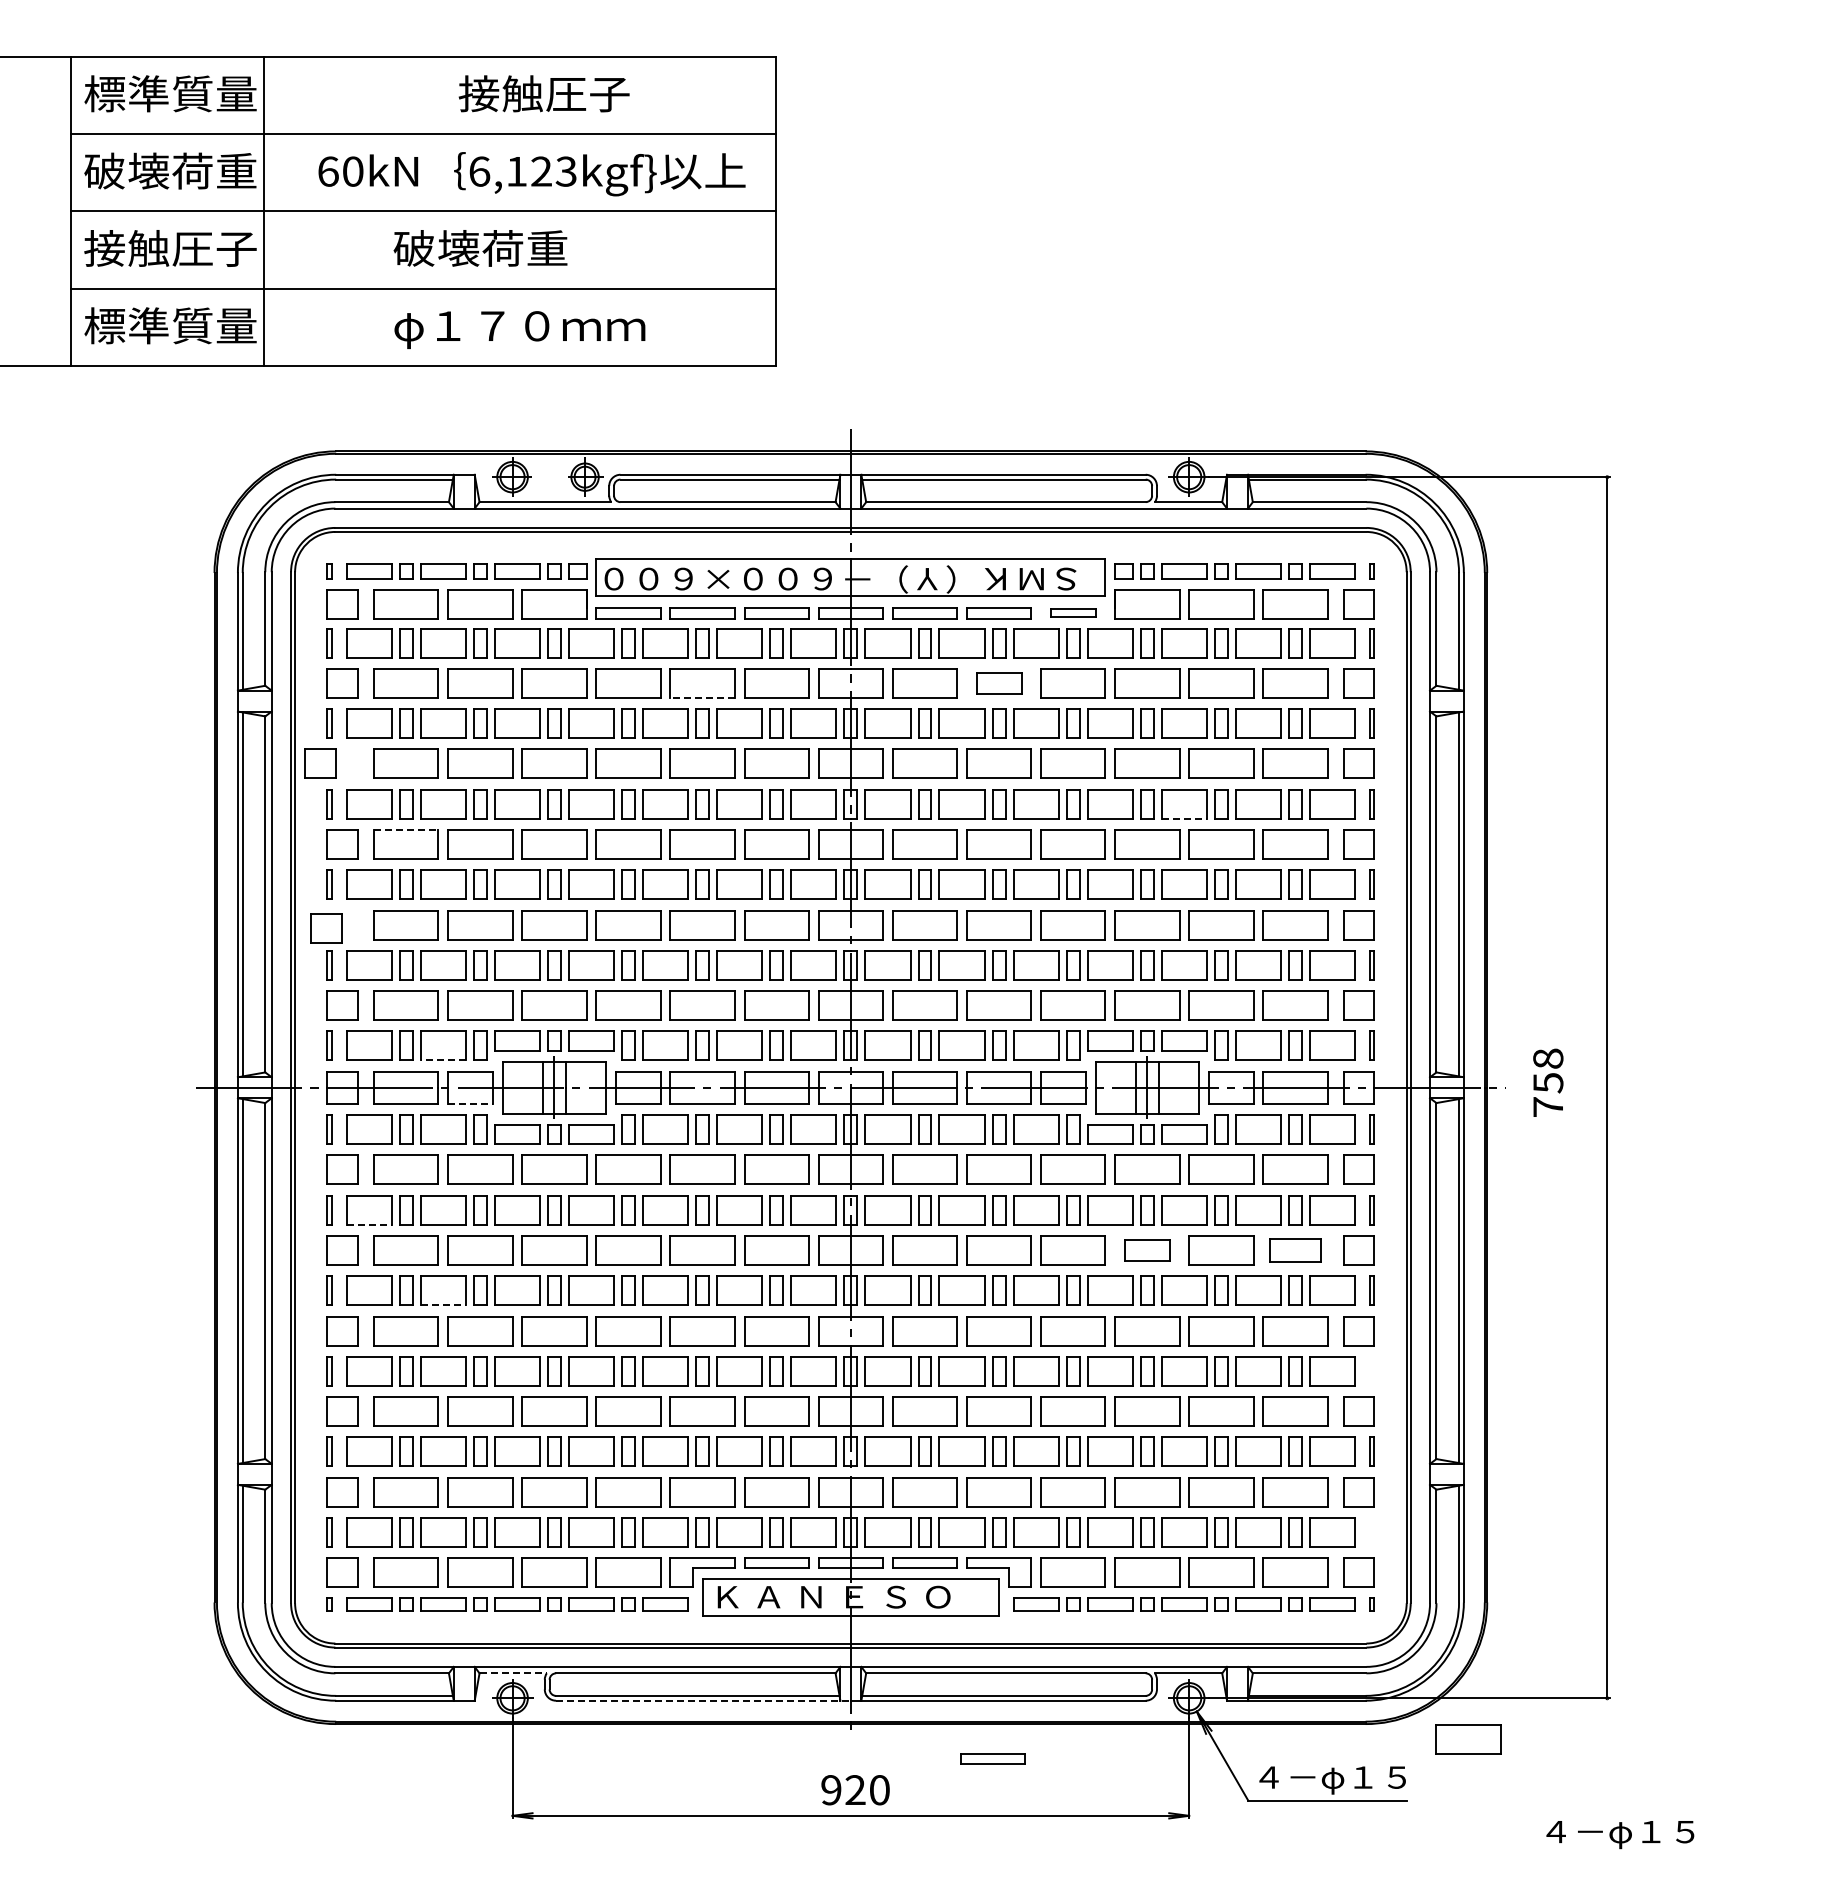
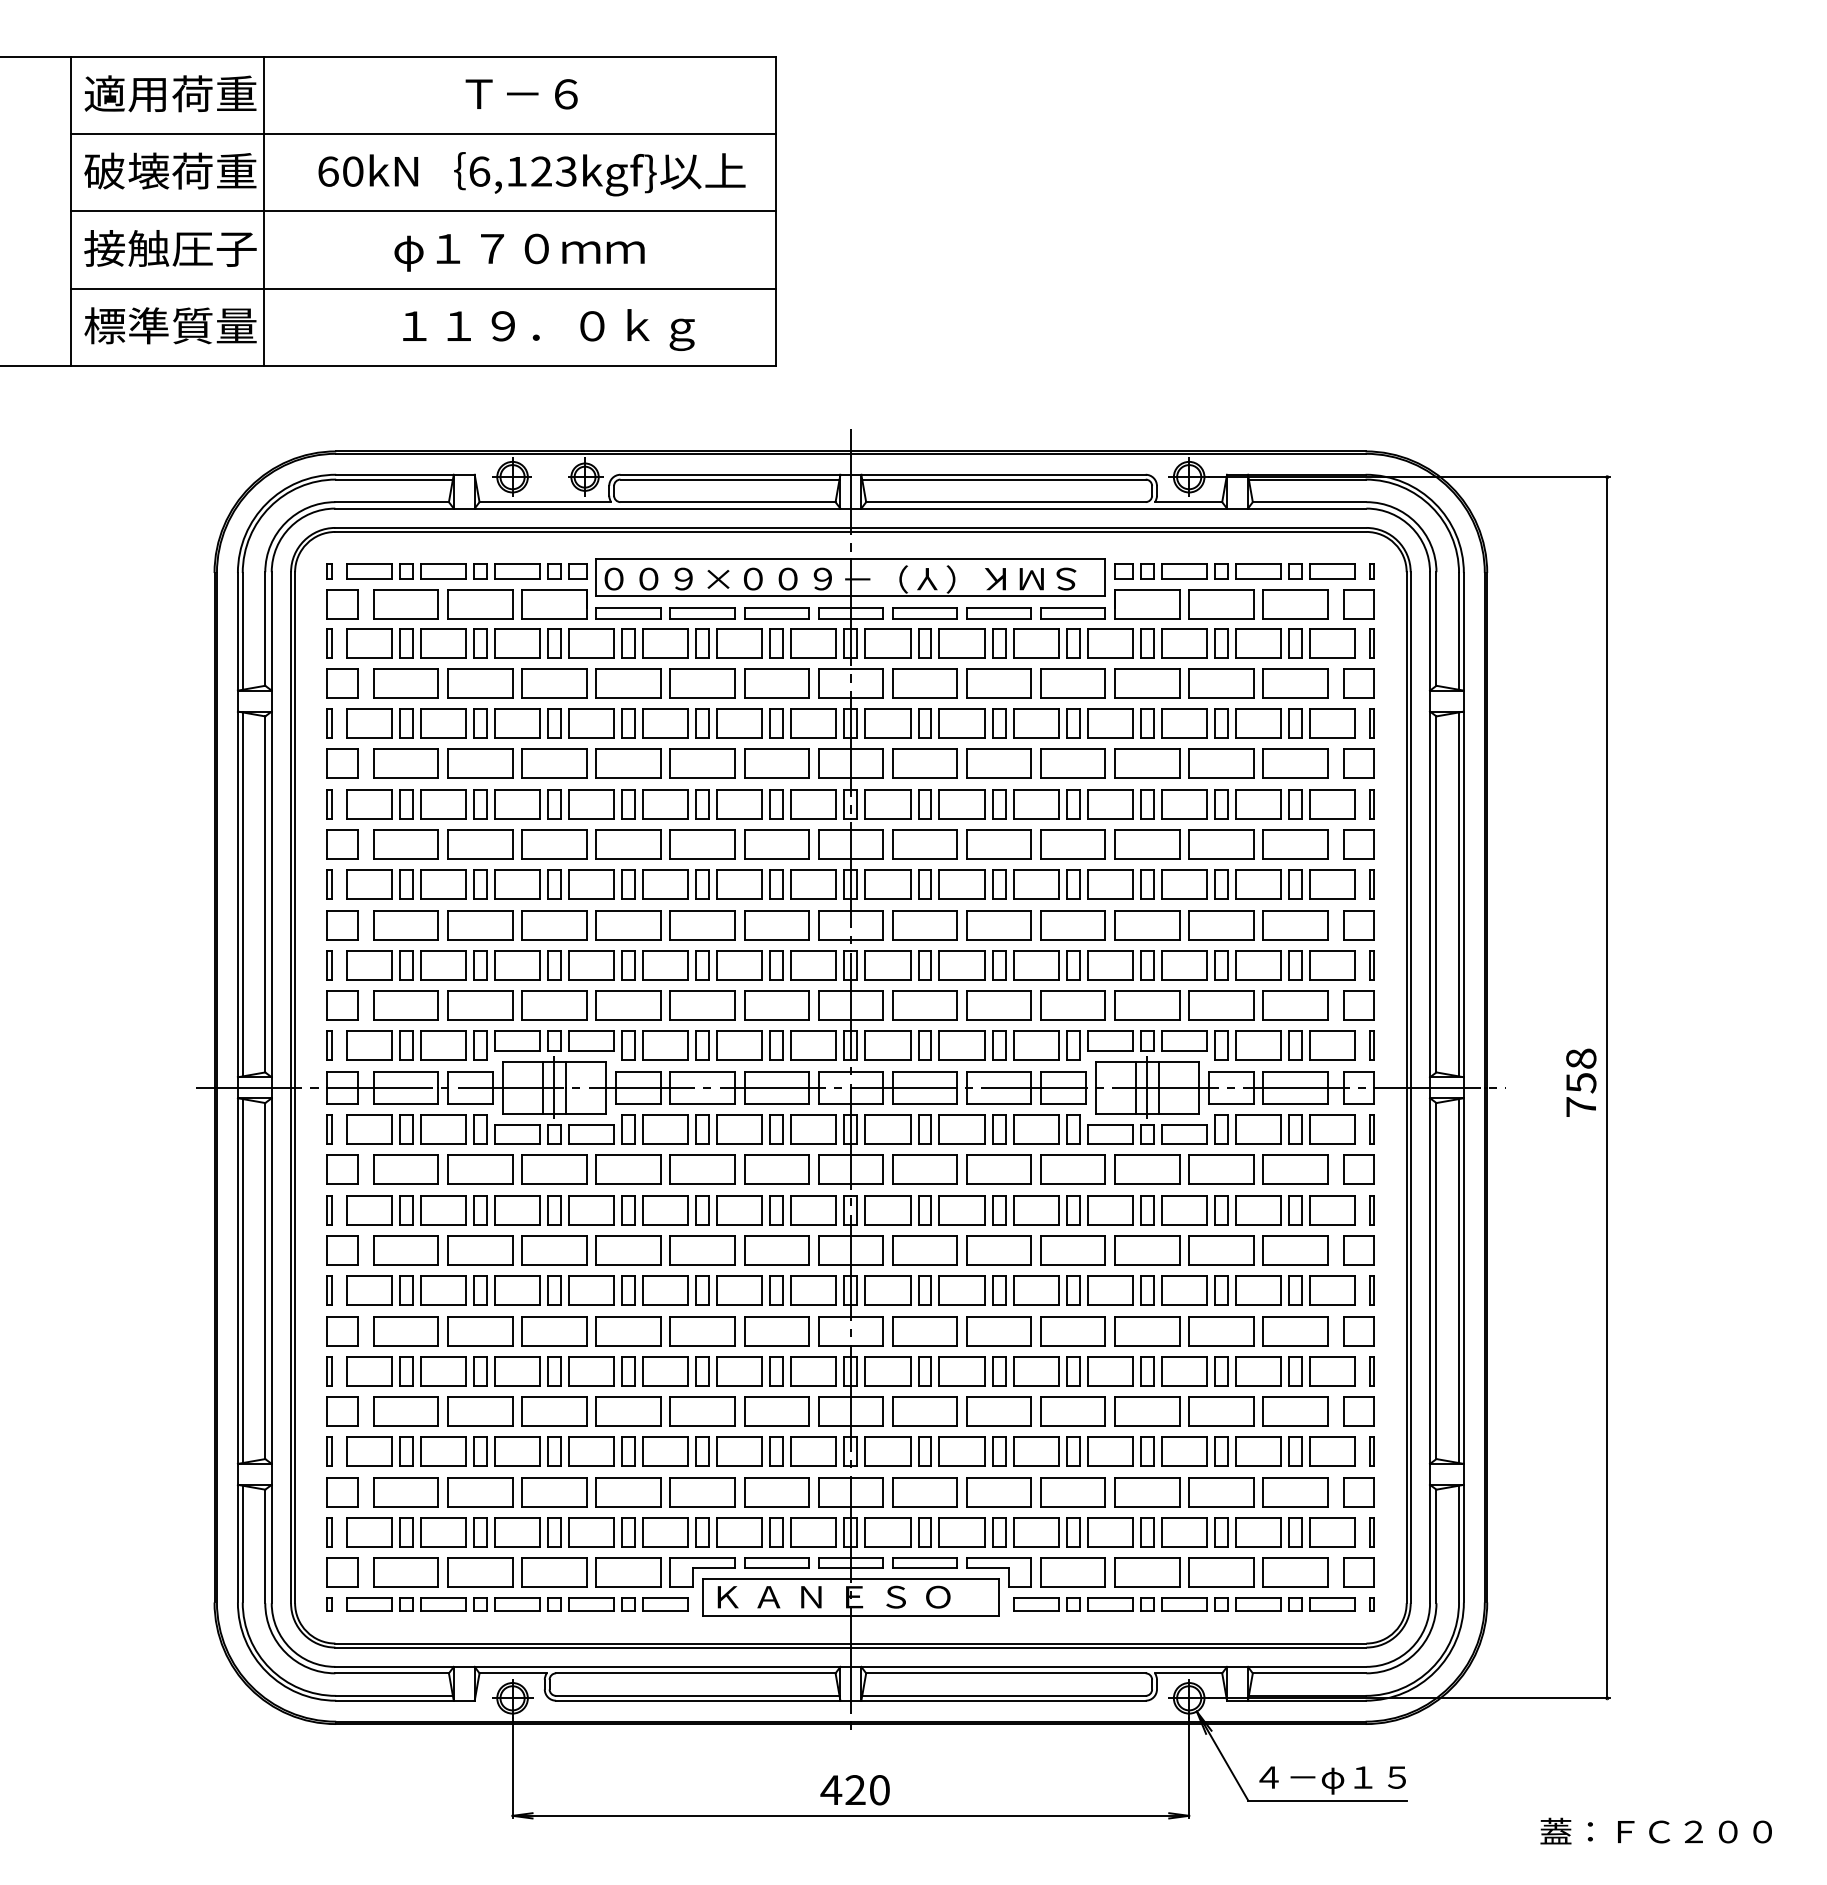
text at (170, 93): 標準質量 -> 適用荷重
text at (543, 93): 接触圧子 -> Ｔ－６
text at (518, 250): 破壊荷重 -> φ１７０ｍｍ
text at (544, 330): φ１７０ｍｍ -> １１９．０ｋｇ
part at (1073, 612) size: 47x10 px -> 66x13 px
part at (999, 683) size: 47x23 px -> 66x31 px
line at (702, 697): dashed -> solid
part at (320, 763) position: (320, 763) -> (342, 763)
line at (1184, 818): dashed -> solid
line at (406, 829): dashed -> solid
part at (326, 928) position: (326, 928) -> (342, 925)
line at (443, 1060): dashed -> solid
text at (1548, 1082) position: (1548, 1082) -> (1581, 1082)
line at (470, 1103): dashed -> solid
line at (369, 1224): dashed -> solid
part at (1147, 1250) size: 47x23 px -> 67x31 px
part at (1295, 1250) size: 53x25 px -> 67x31 px
line at (443, 1305): dashed -> solid
part at (1371, 1371): none -> present
part at (1371, 1532): none -> present
line at (513, 1673): dashed -> solid
line at (703, 1700): dashed -> solid
part at (1468, 1739): present -> none
part at (992, 1758): present -> none
text at (831, 1790): 920 -> 420
text at (1655, 1833): ４－φ１５ -> 蓋：ＦＣ２００
